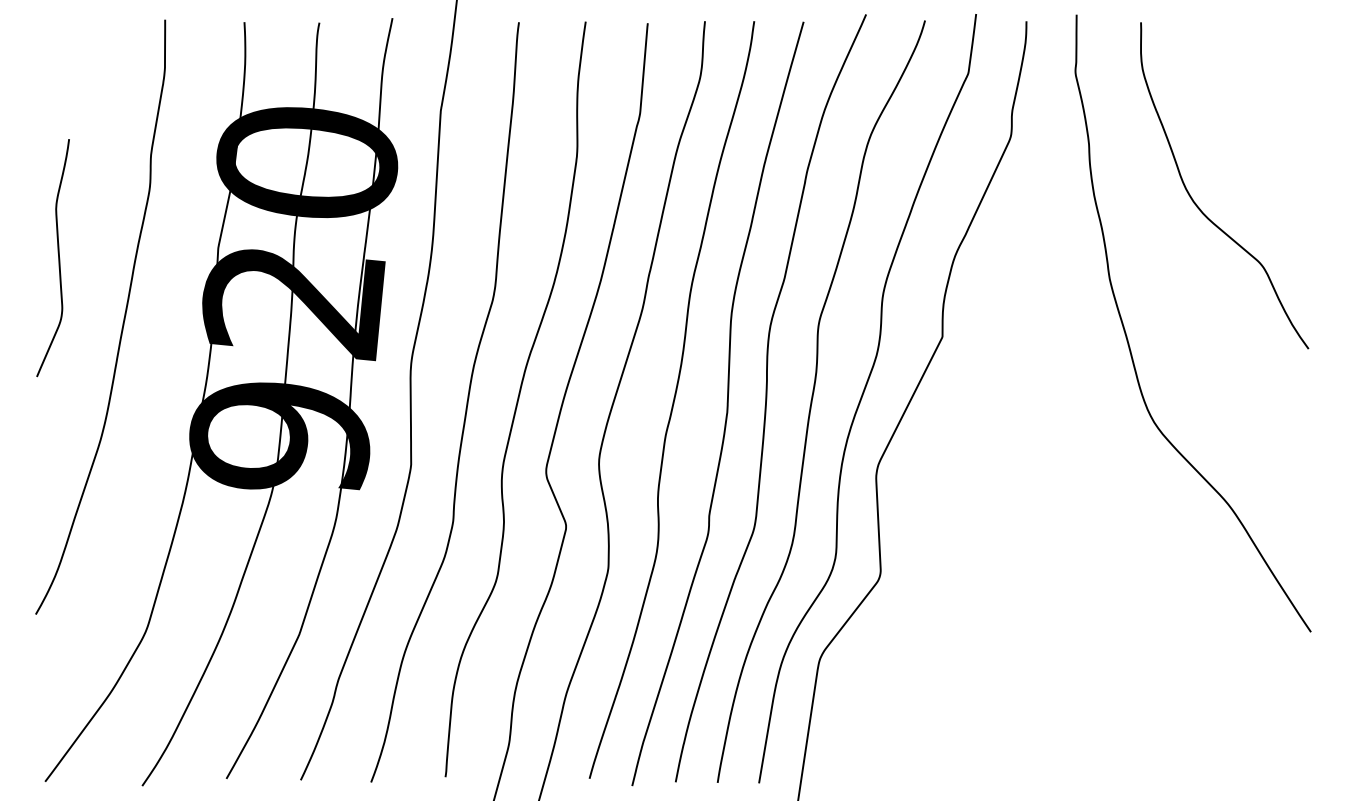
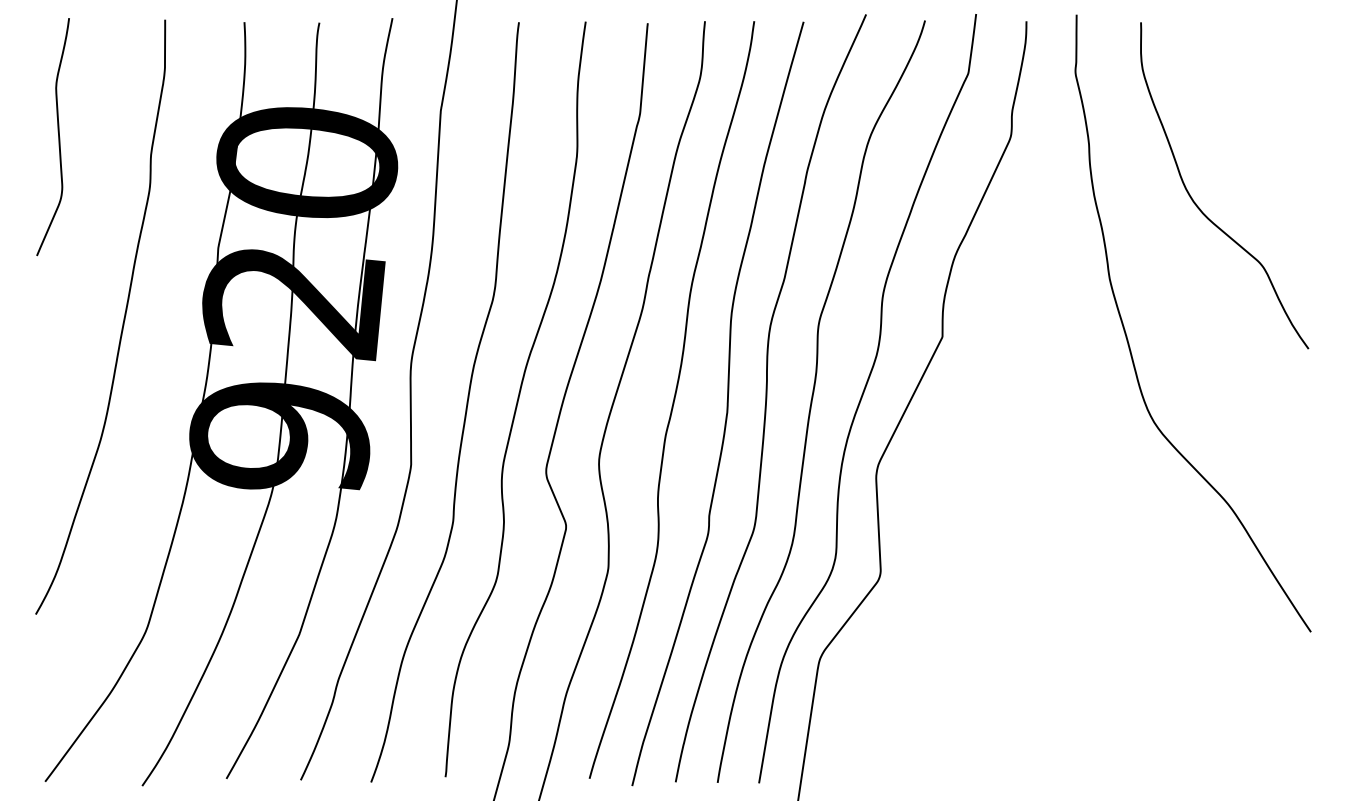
curve at (58, 258) position: (58, 258) -> (58, 137)
